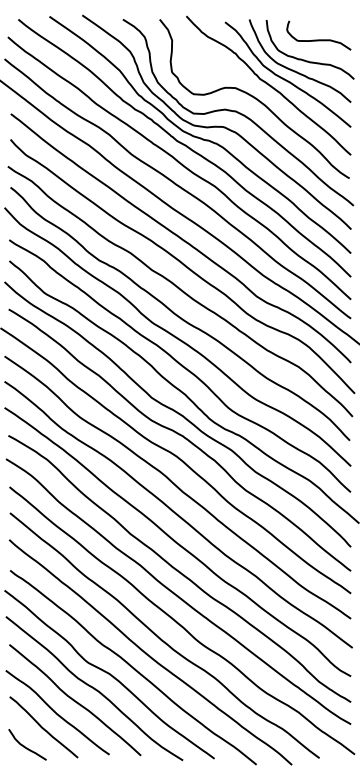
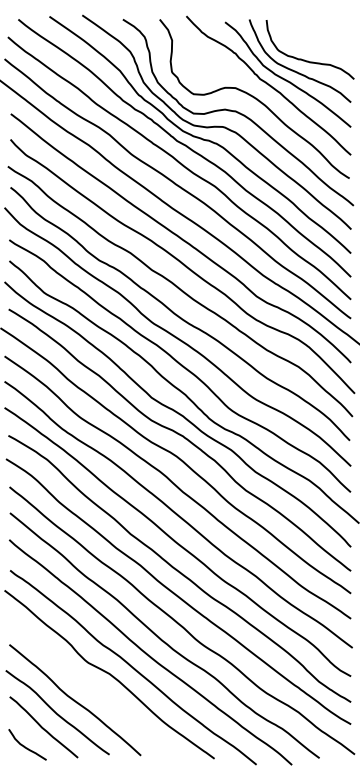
curve at (318, 39): present -> none
curve at (94, 688): present -> none
